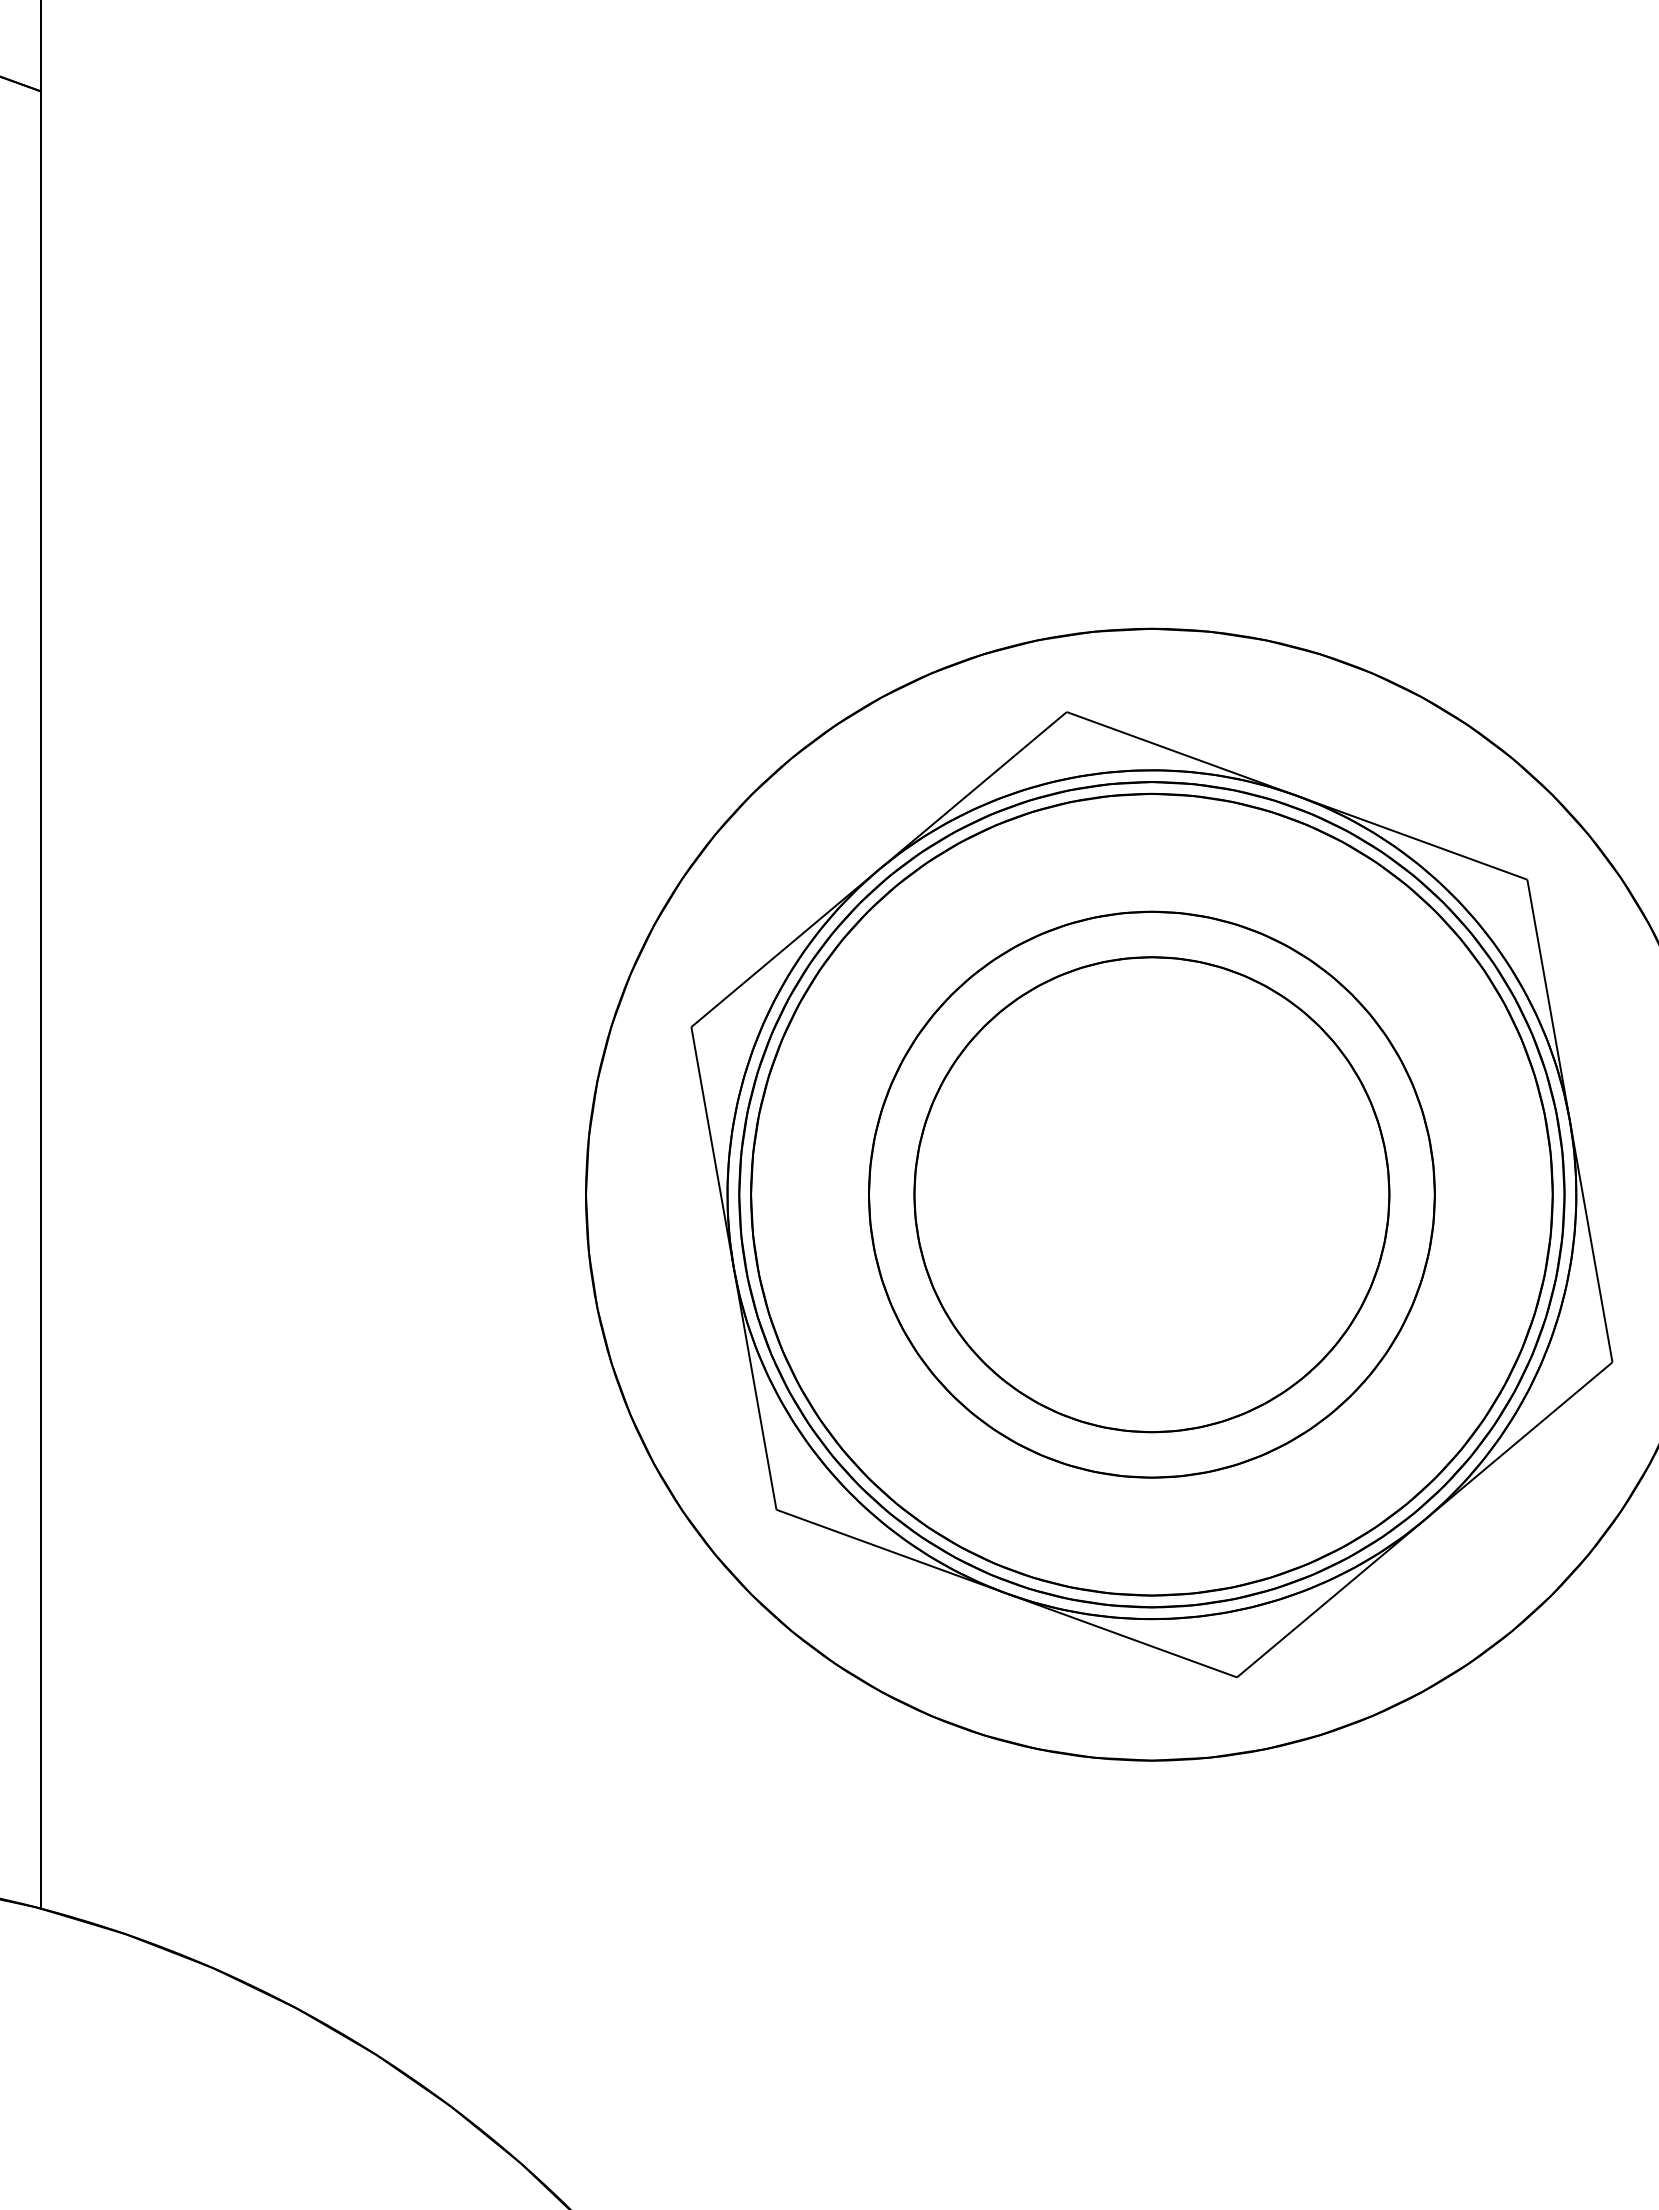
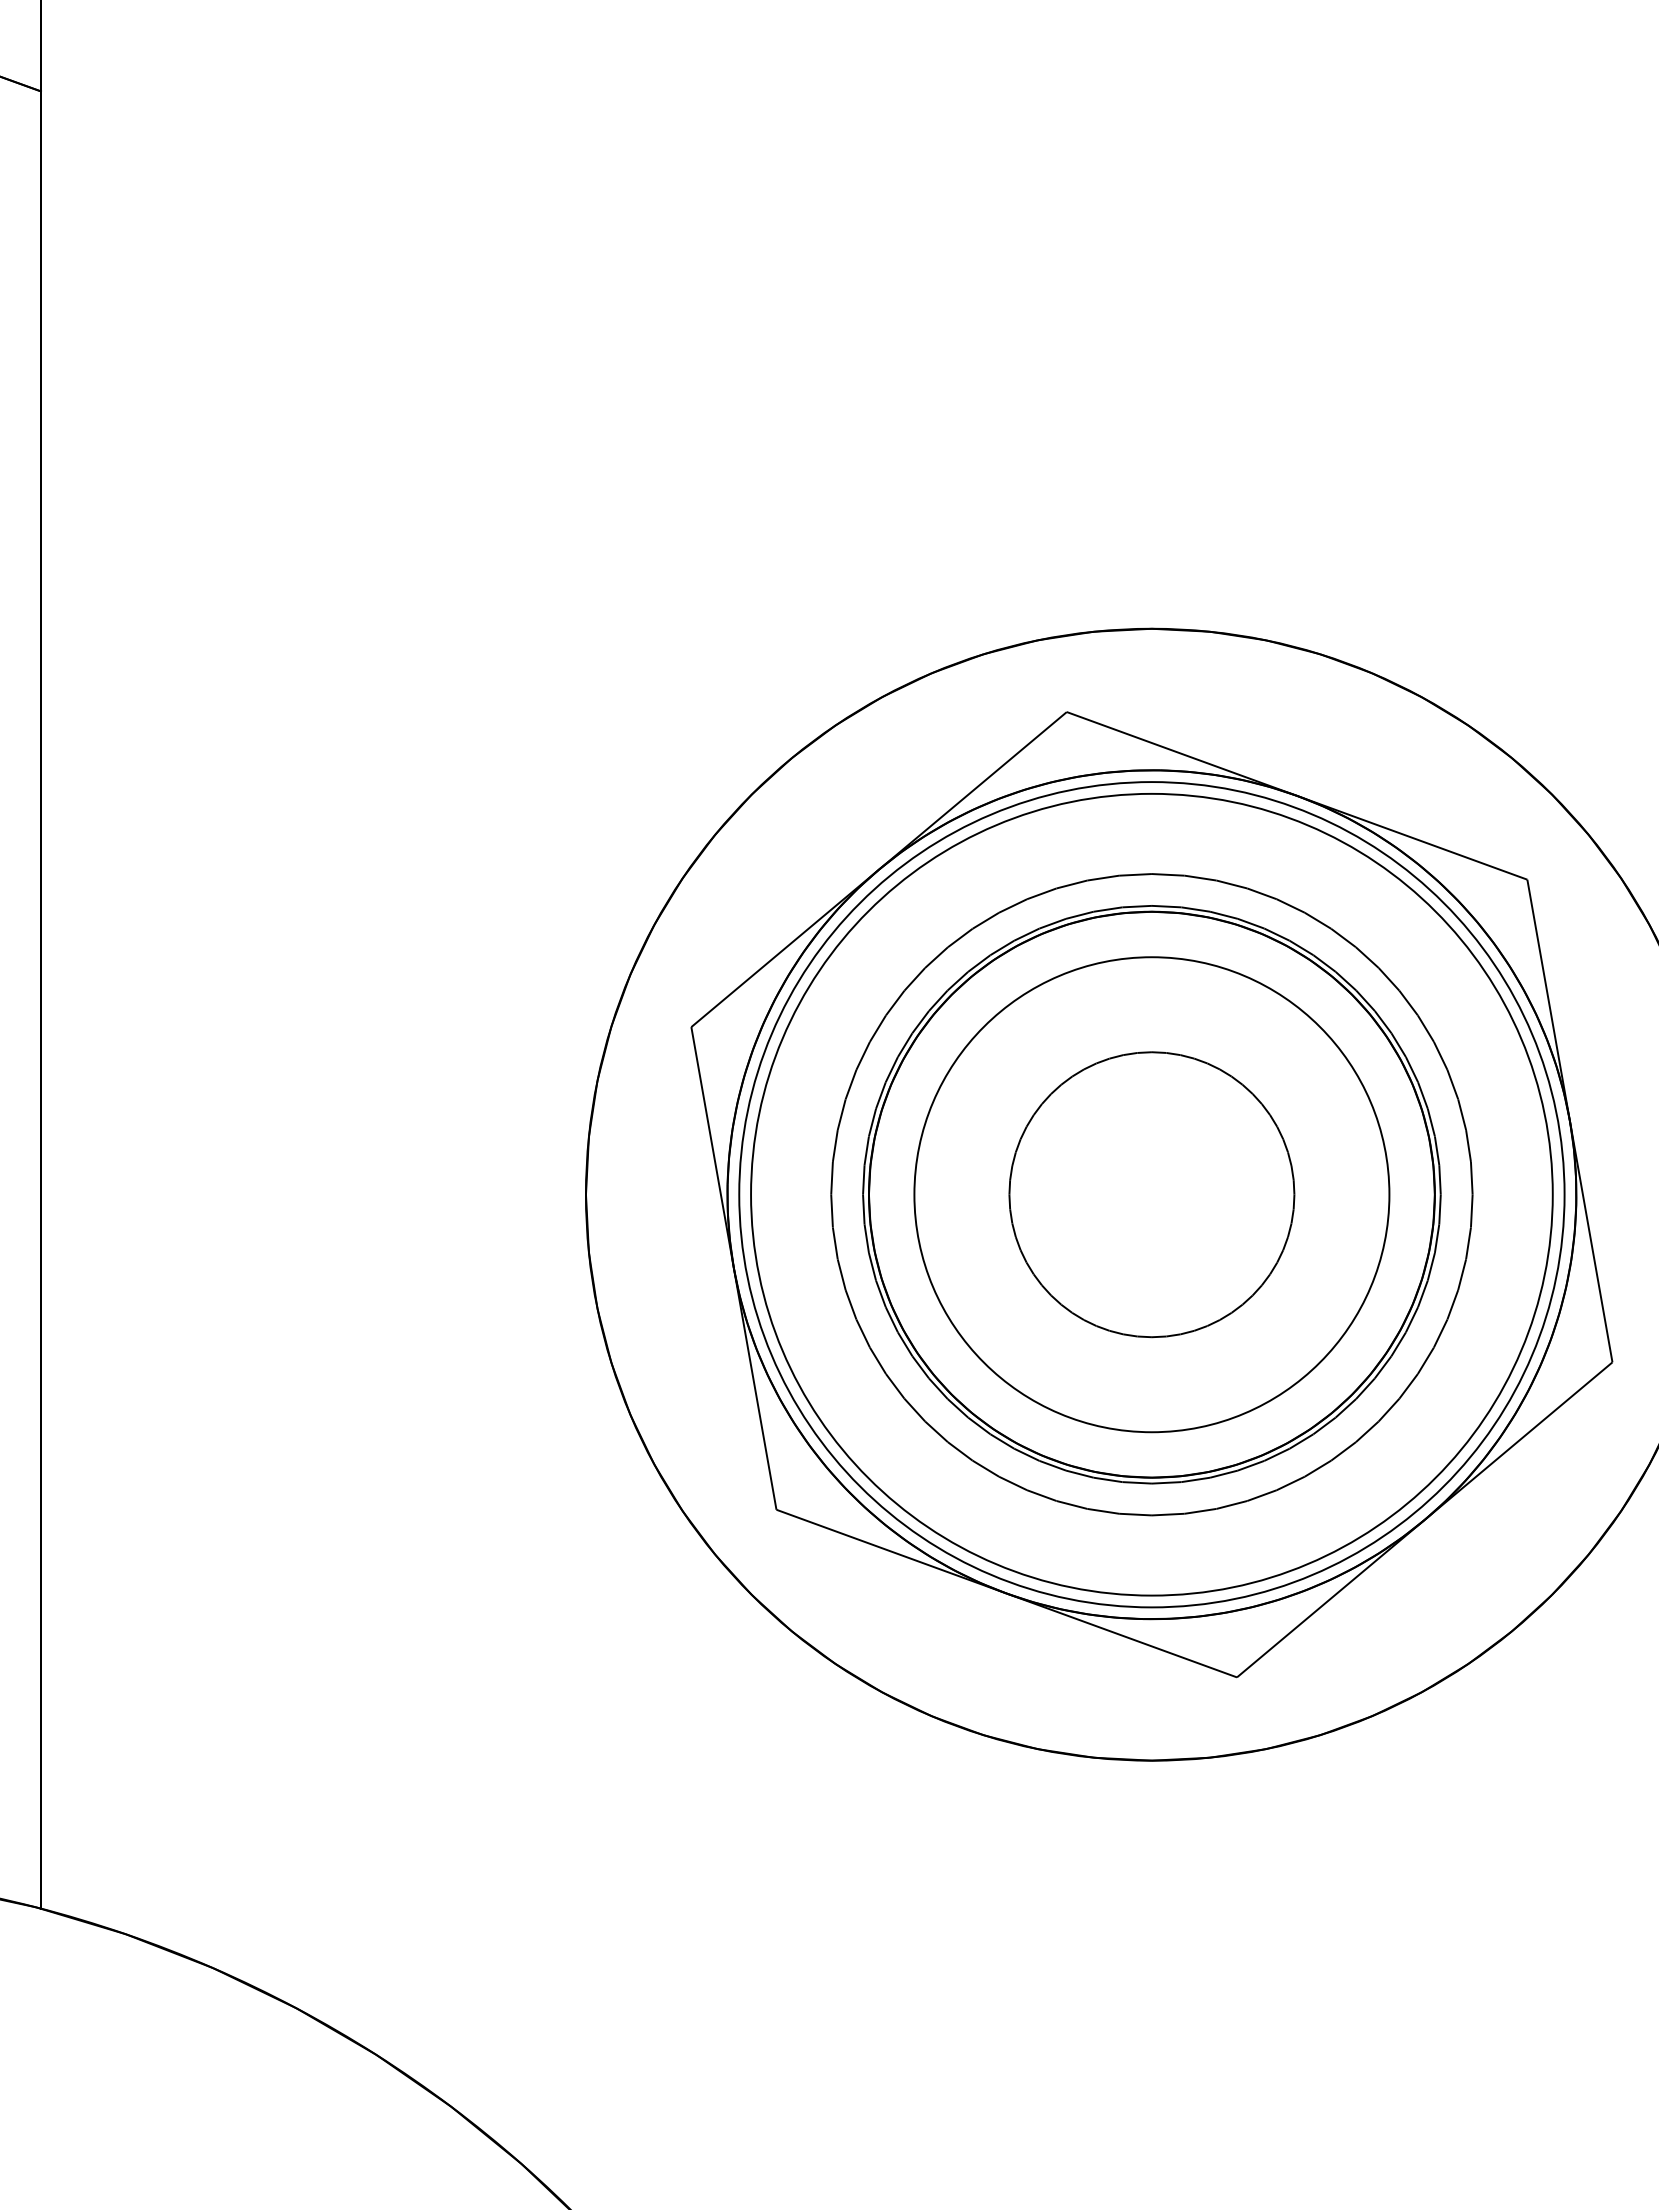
circle at (1151, 1194) diameter: 475 px -> 285 px
circle at (1151, 1194) diameter: 802 px -> 641 px
circle at (1151, 1194) diameter: 825 px -> 578 px
